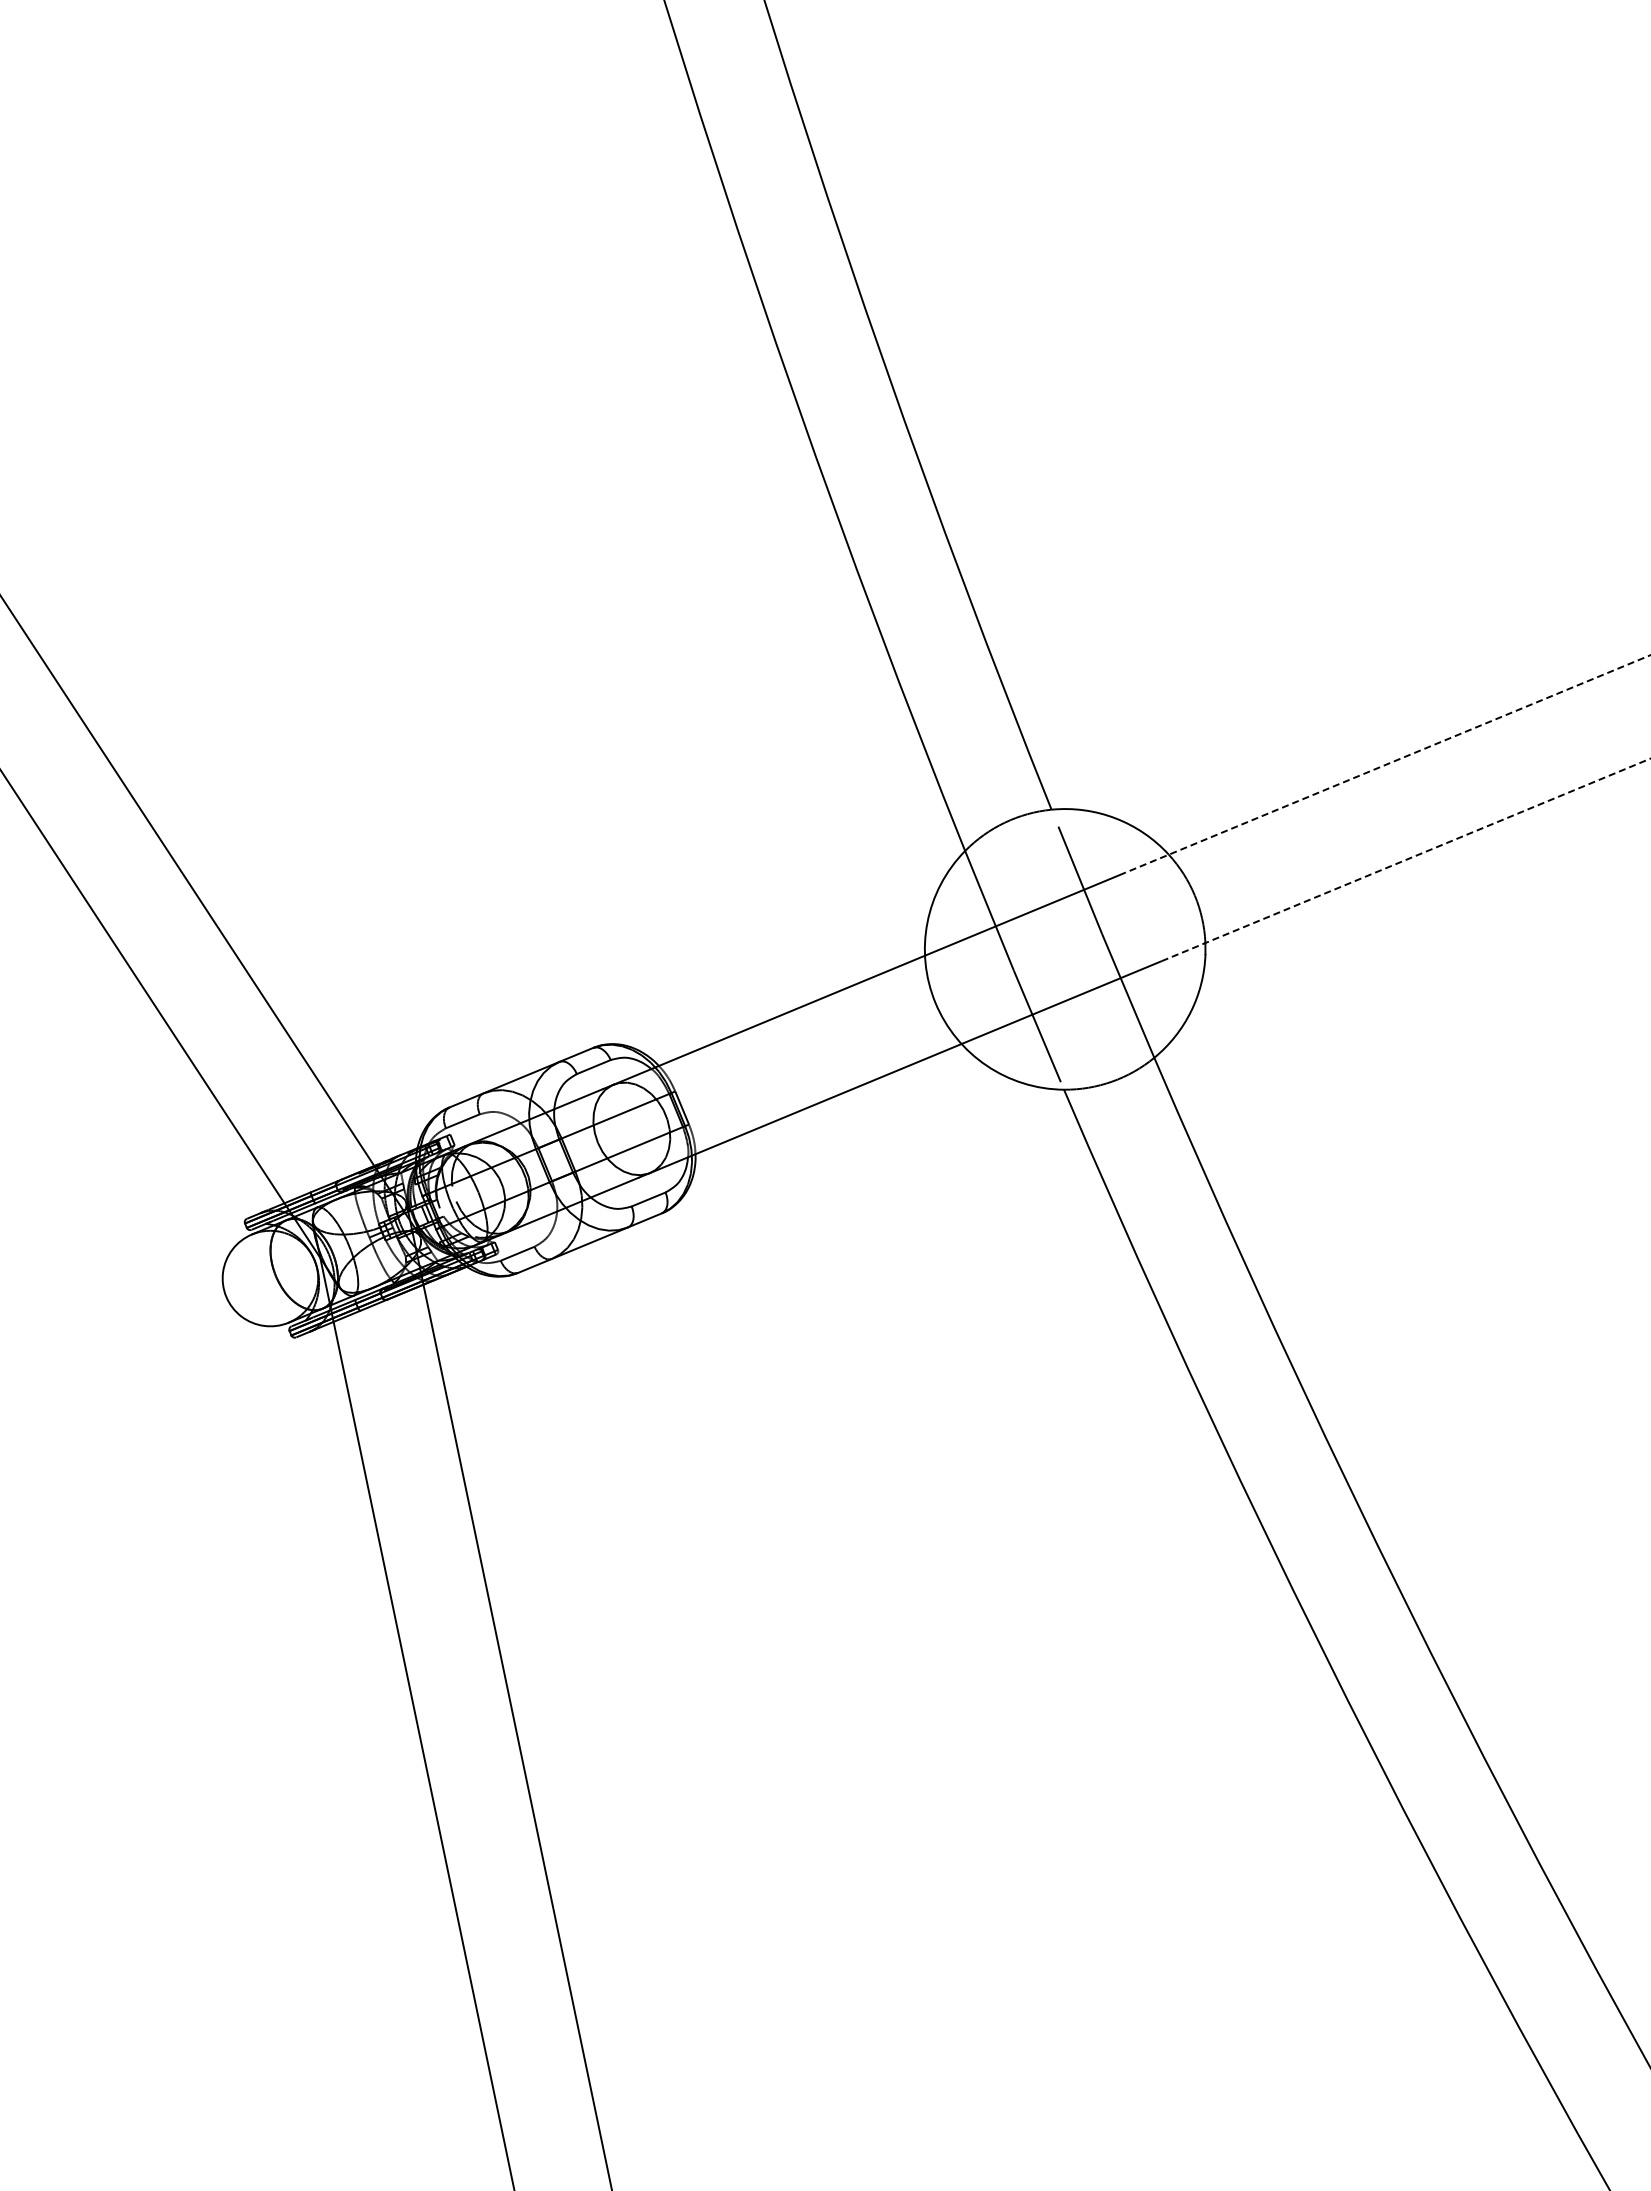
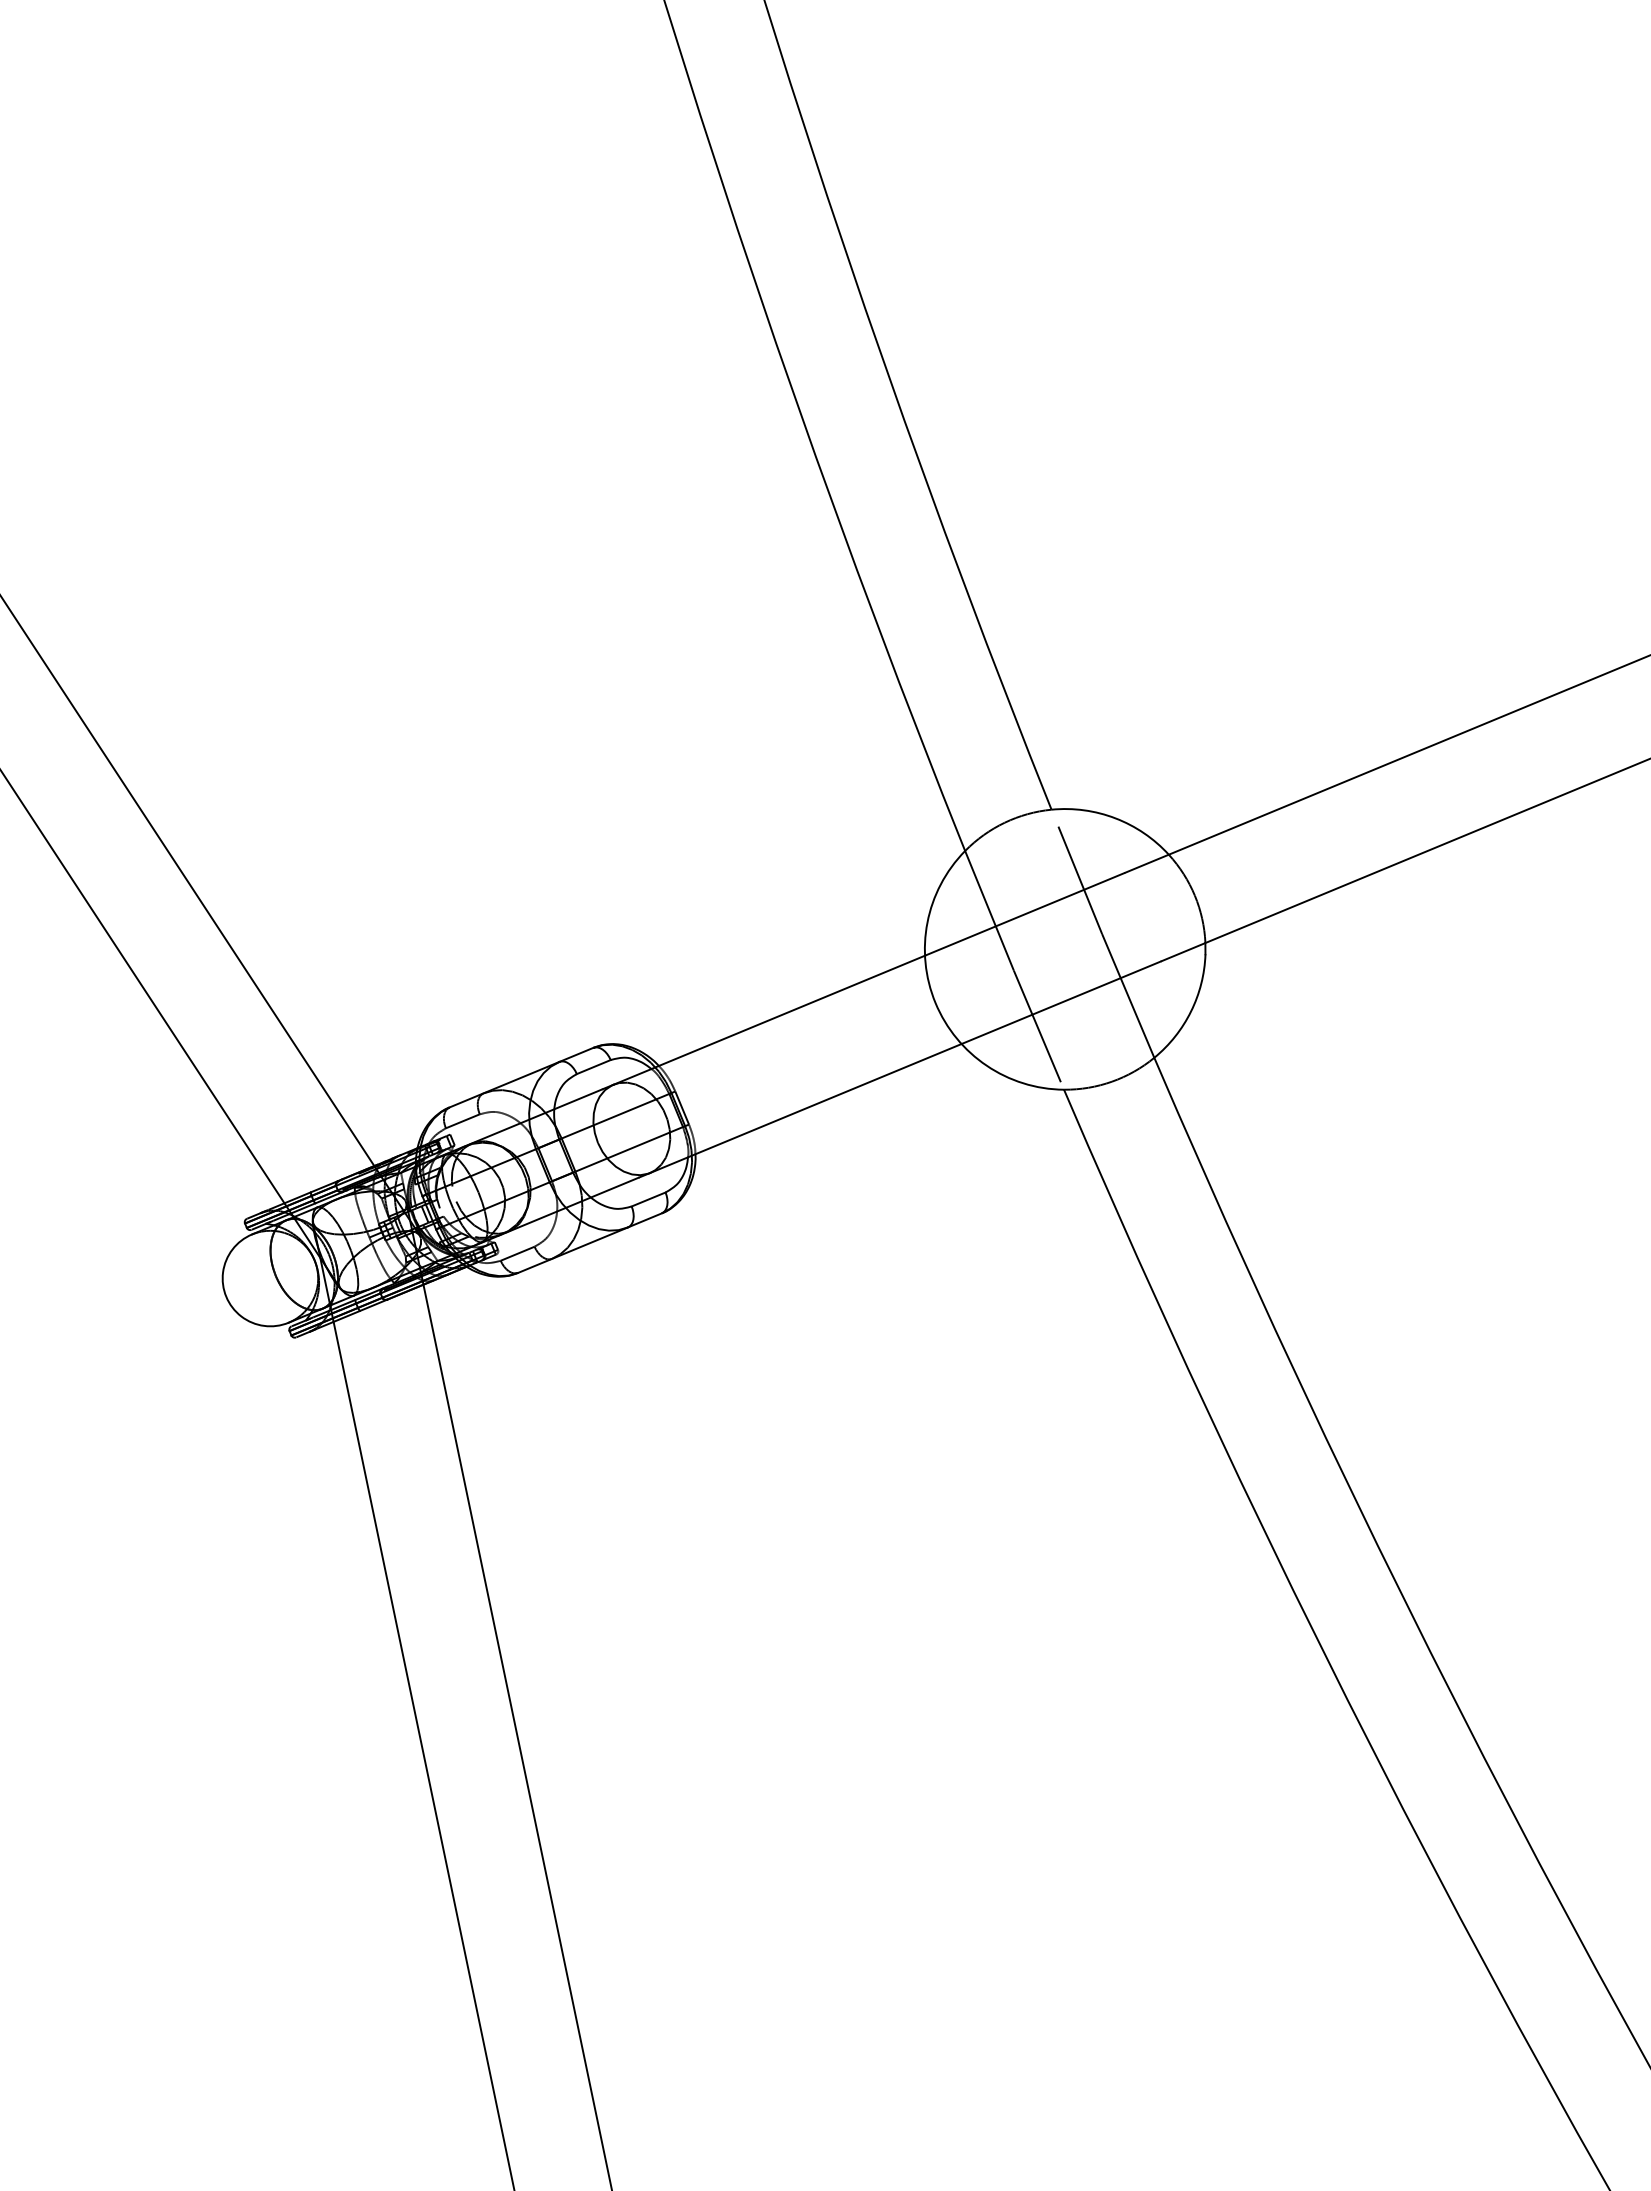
line at (1387, 764): dashed -> solid
line at (1406, 859): dashed -> solid
